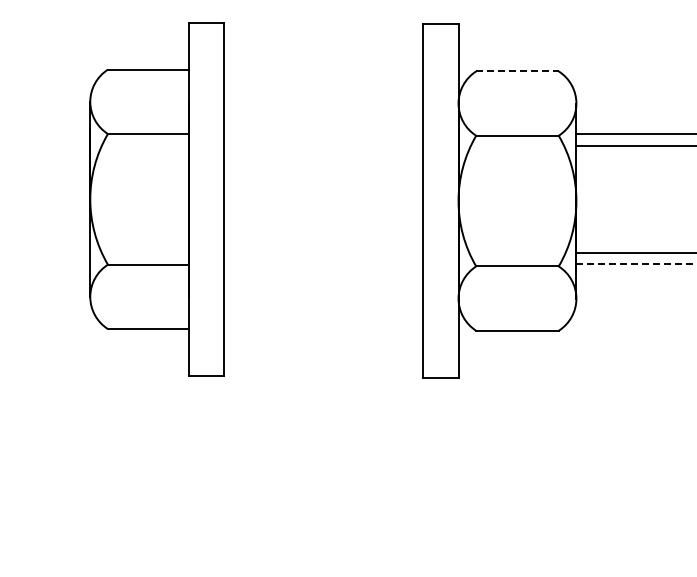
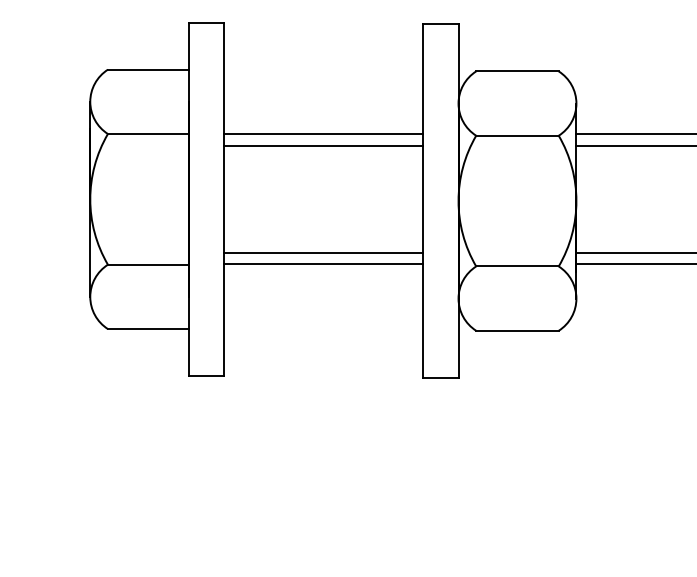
line at (517, 71): dashed -> solid
line at (323, 134): none -> present
line at (323, 146): none -> present
line at (323, 252): none -> present
line at (323, 264): none -> present
line at (636, 264): dashed -> solid
